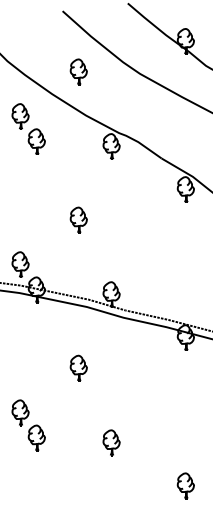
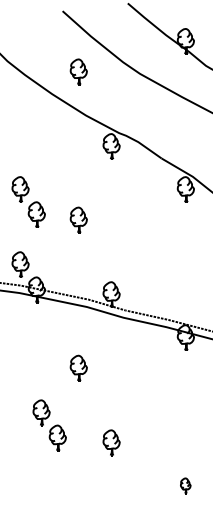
part at (28, 128) position: (28, 128) -> (28, 201)
part at (28, 425) position: (28, 425) -> (49, 425)
part at (185, 485) size: 19x28 px -> 12x18 px
